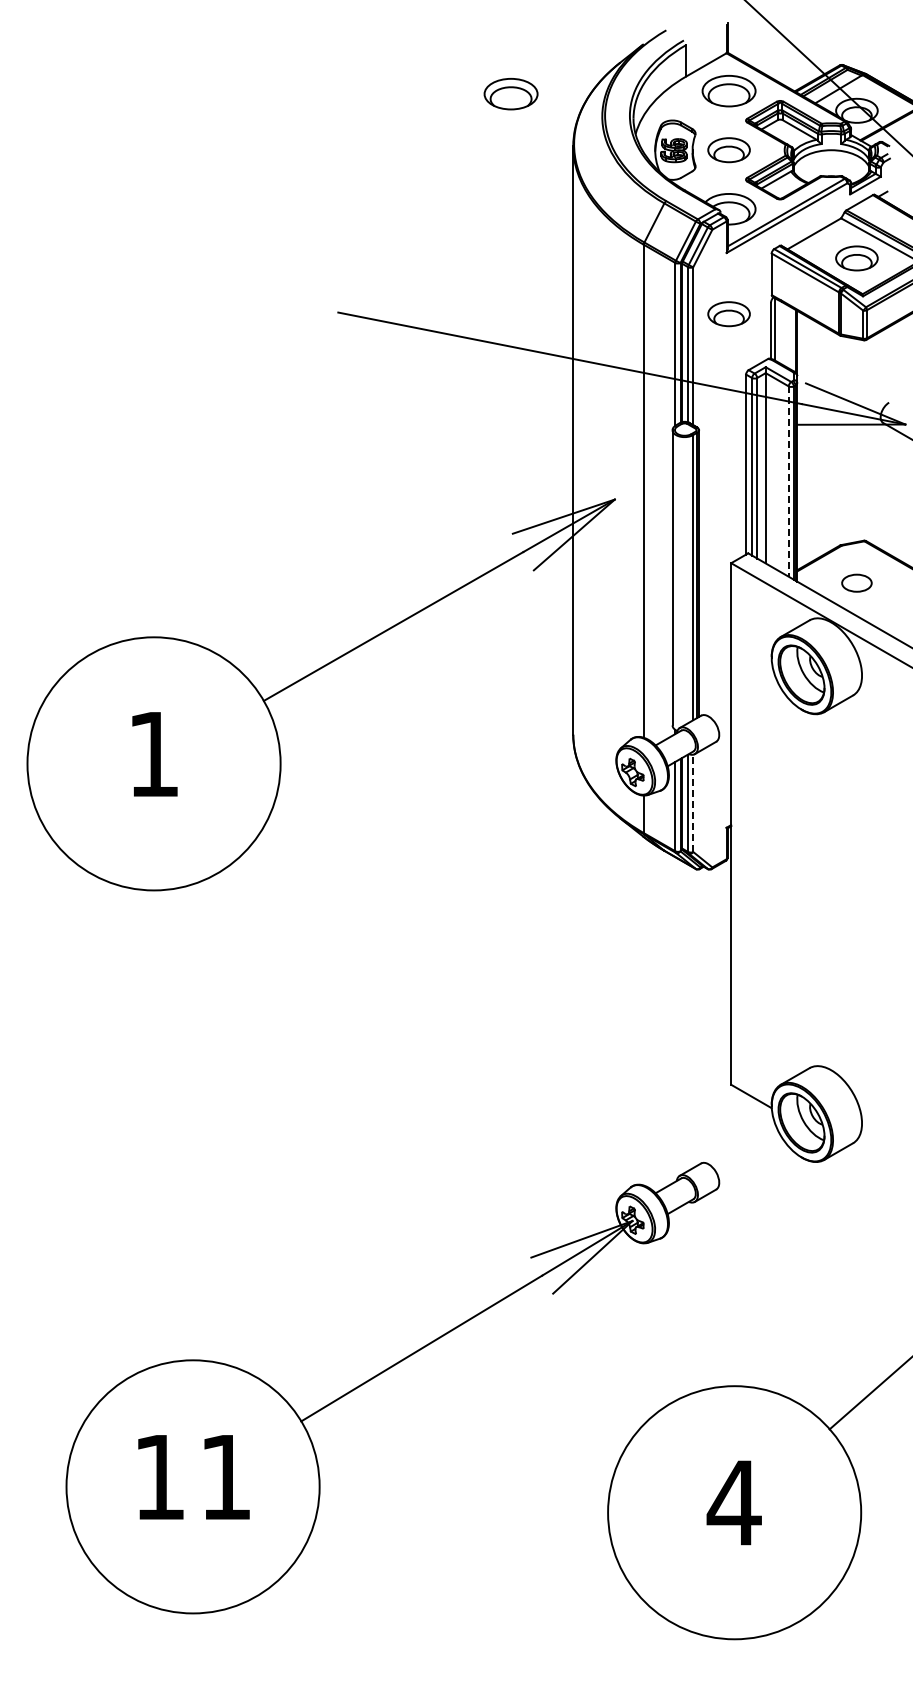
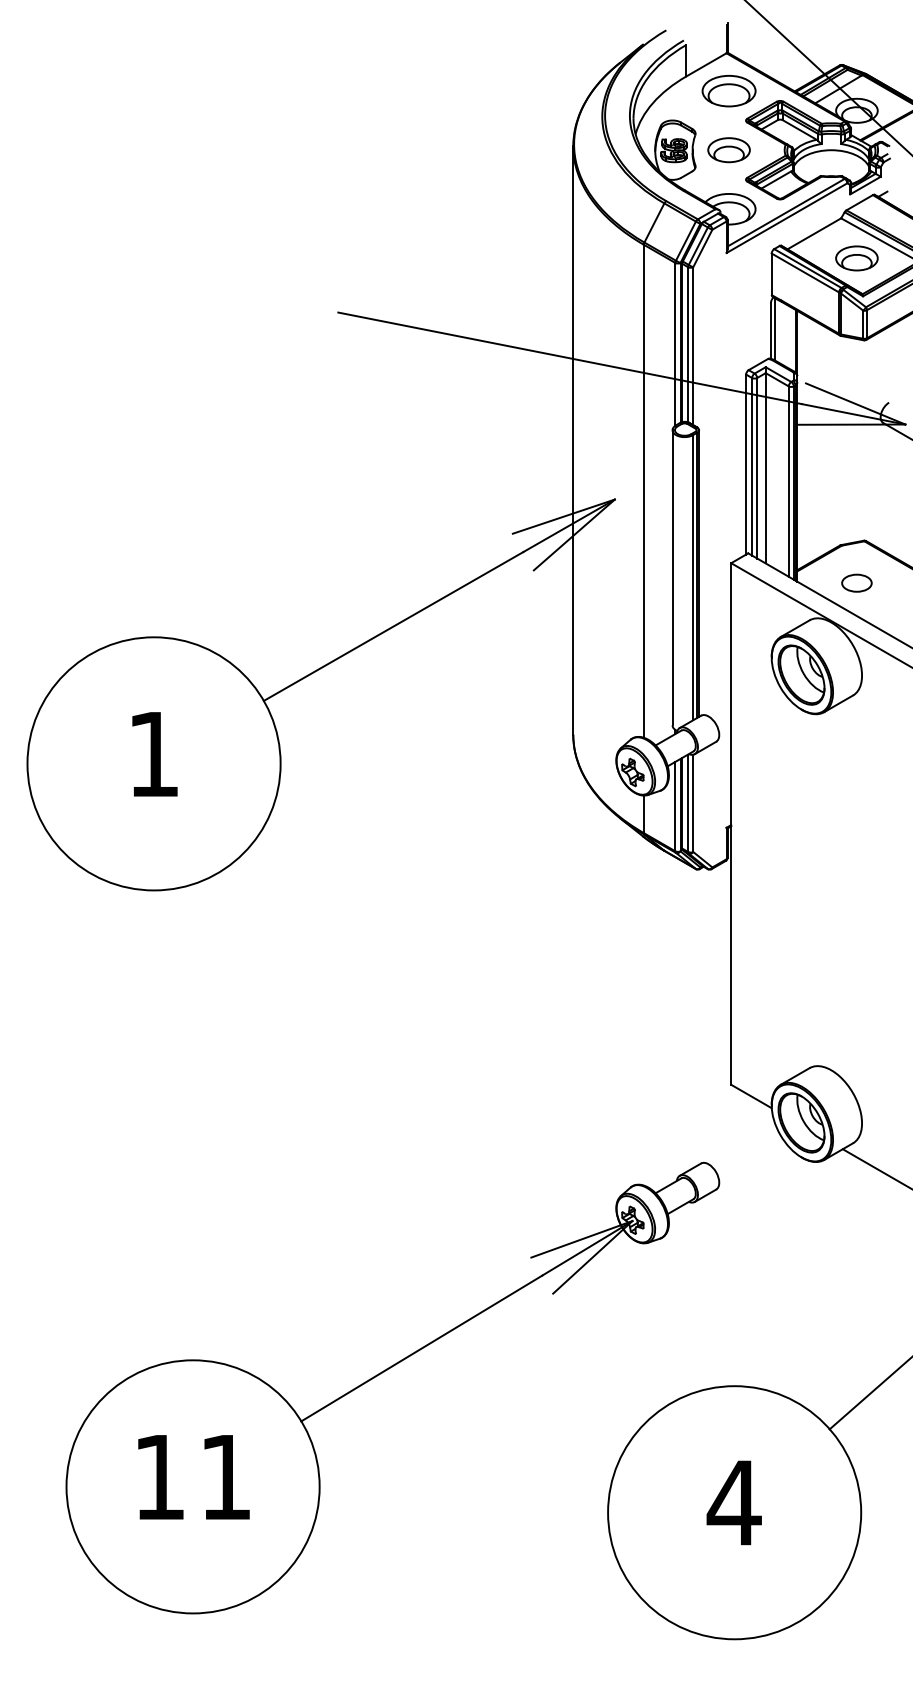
part at (510, 94): present -> none
part at (728, 314): present -> none
line at (788, 482): dashed -> solid
line at (693, 803): dashed -> solid
line at (875, 1168): none -> present
